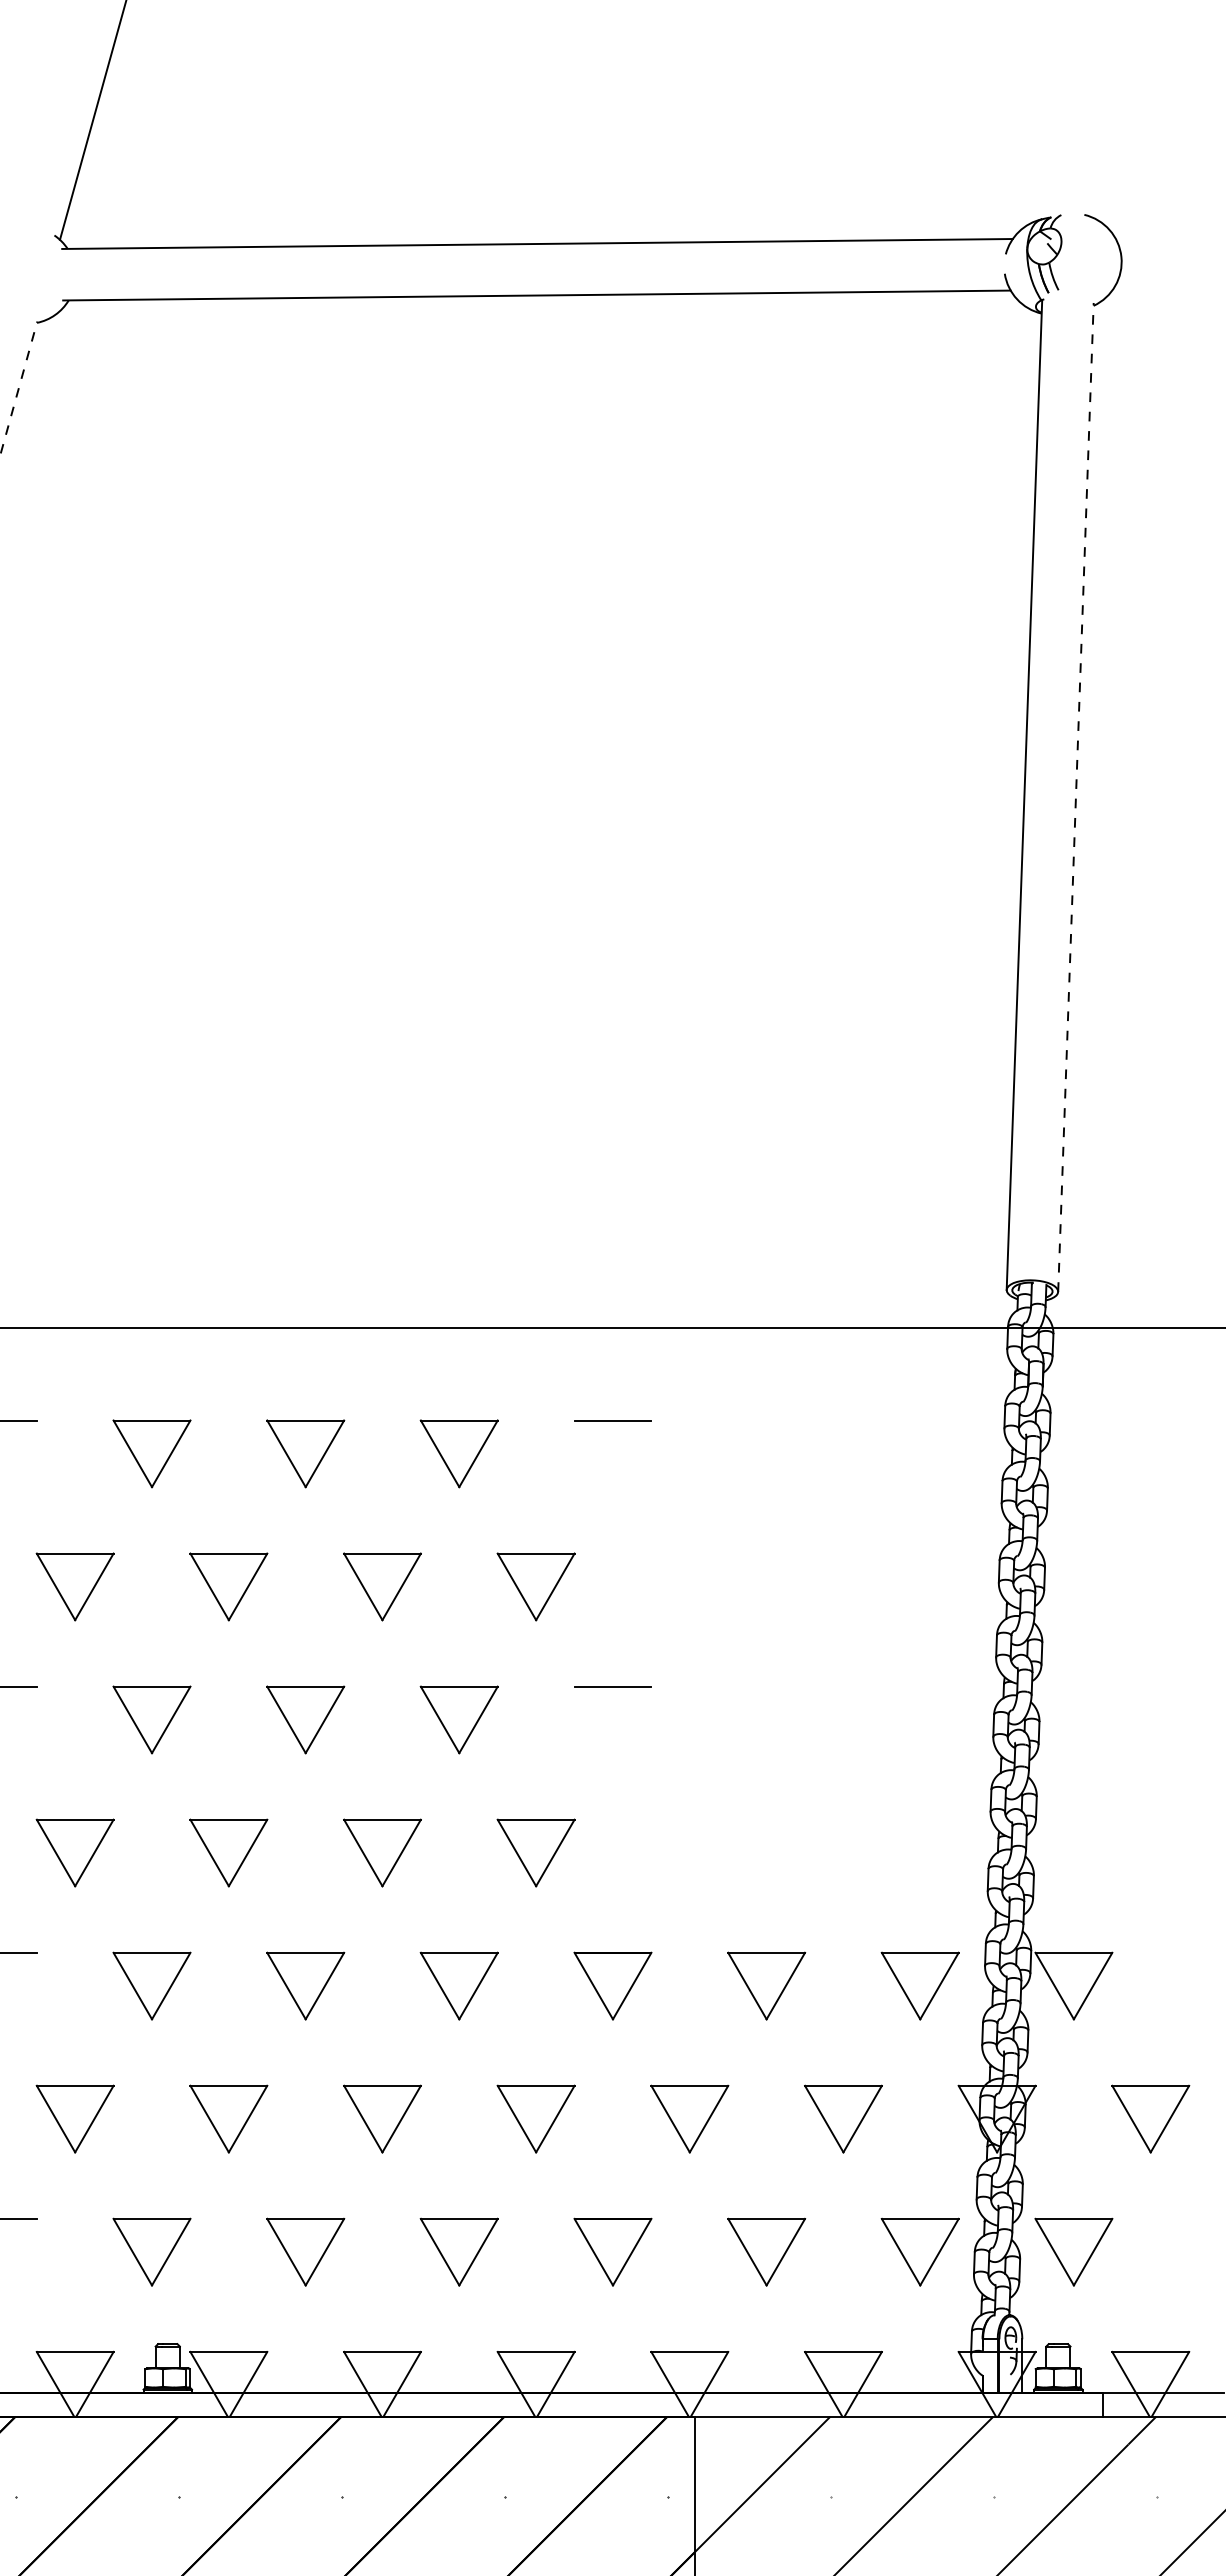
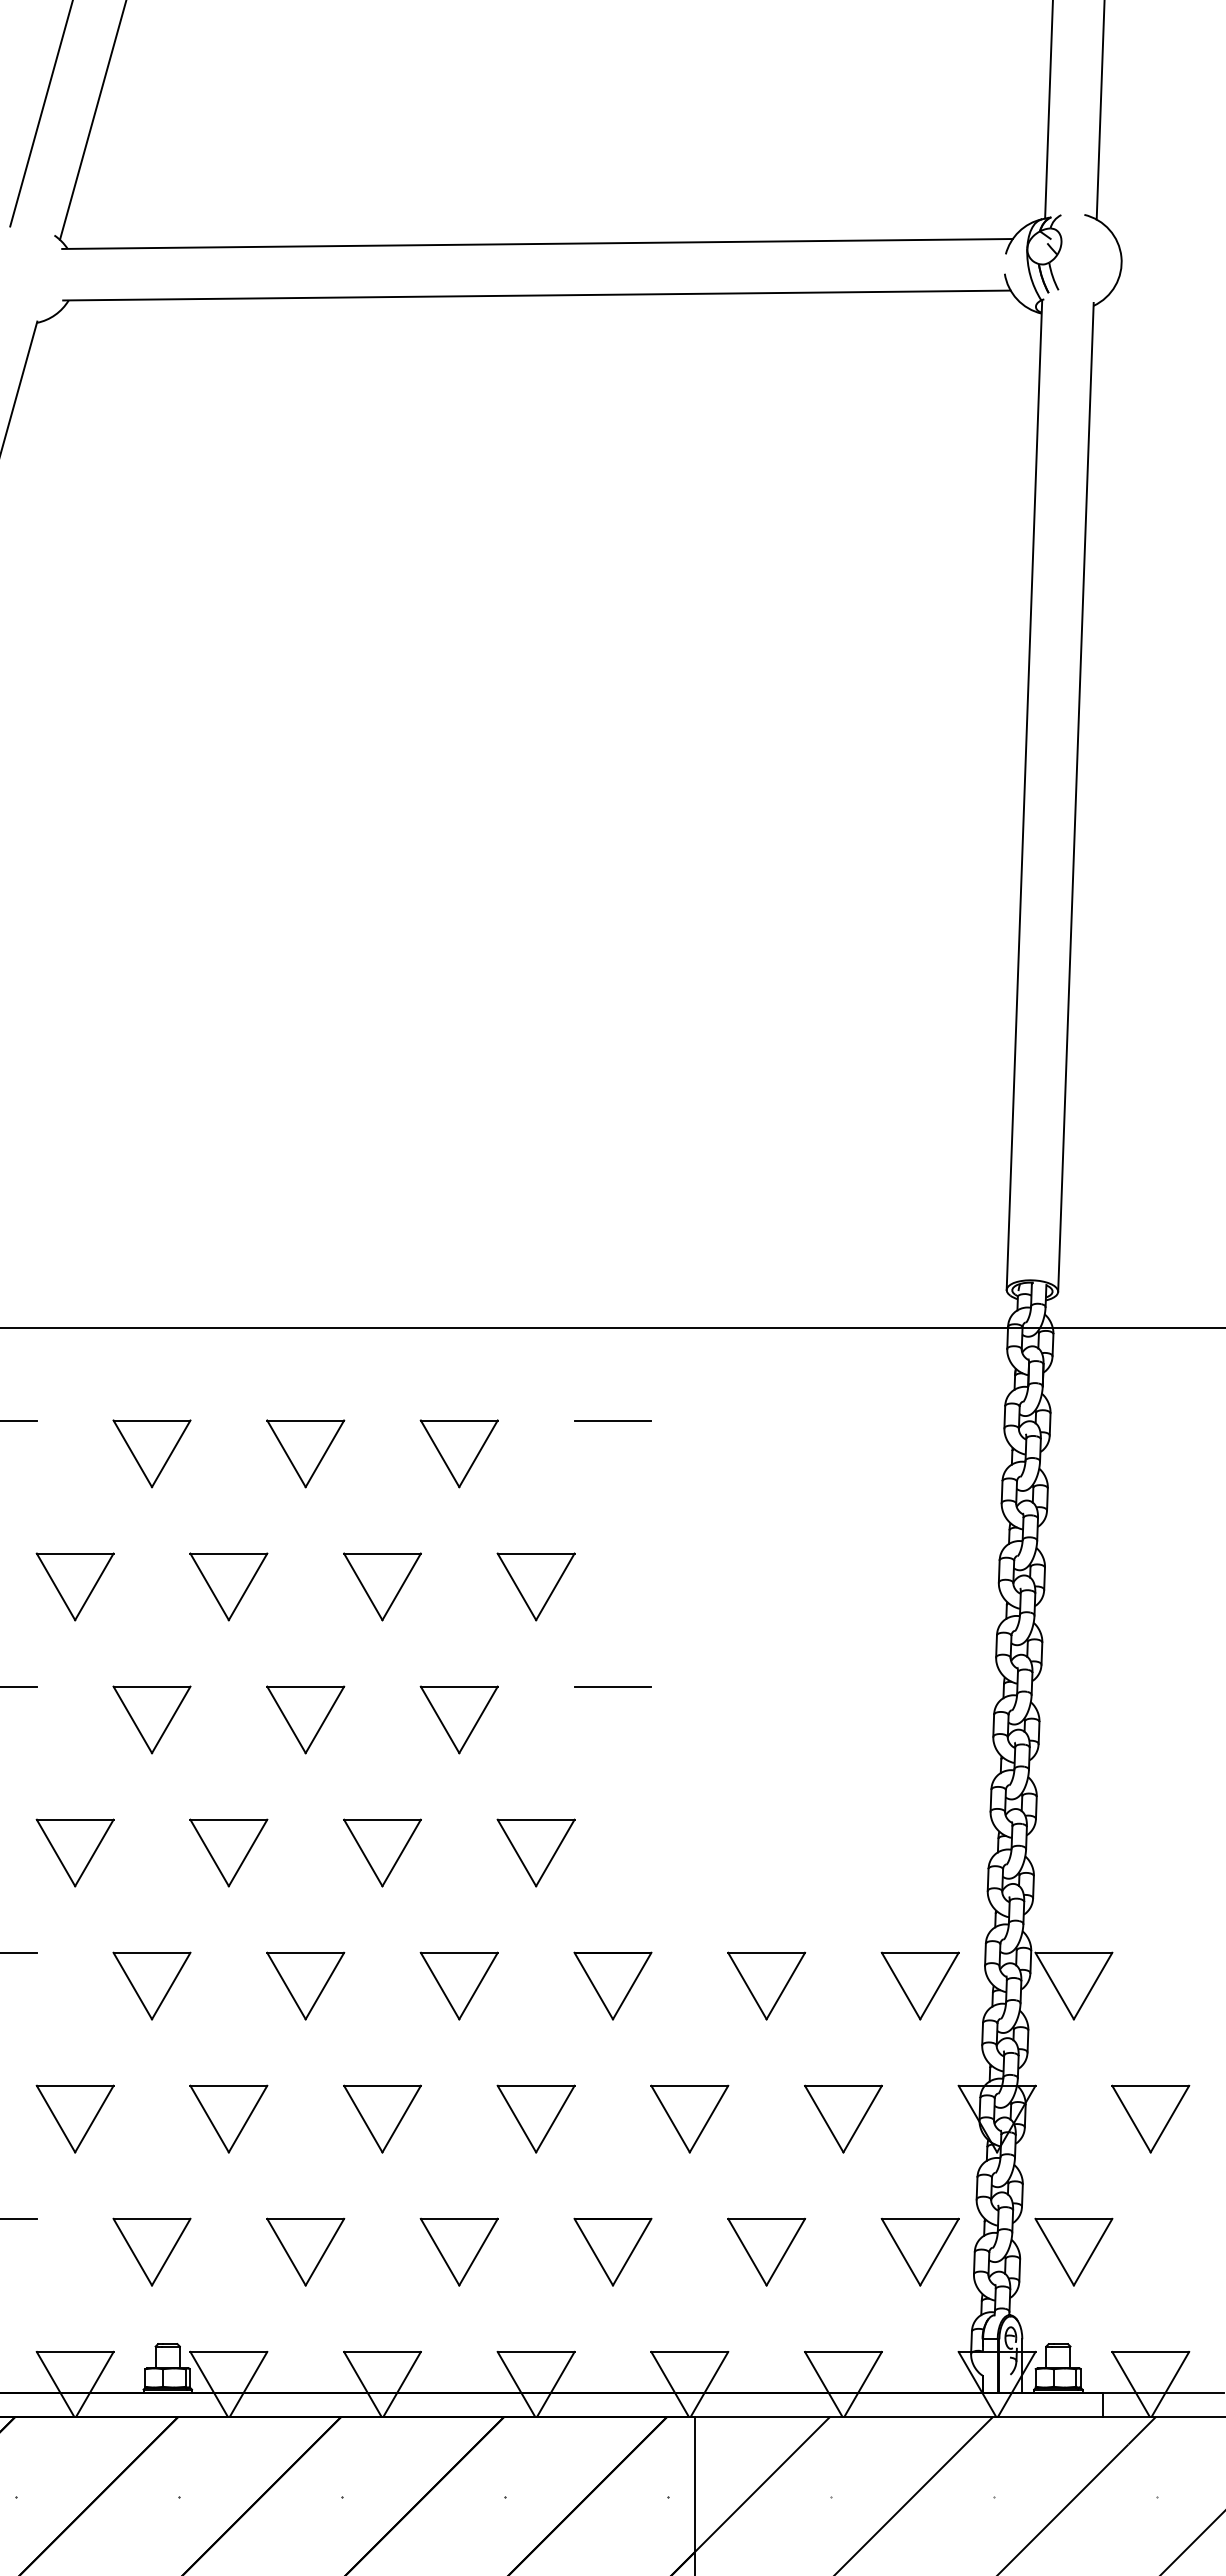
line at (1048, 110): none -> present
line at (1100, 110): none -> present
line at (41, 114): none -> present
line at (18, 388): dashed -> solid
line at (1075, 797): dashed -> solid
